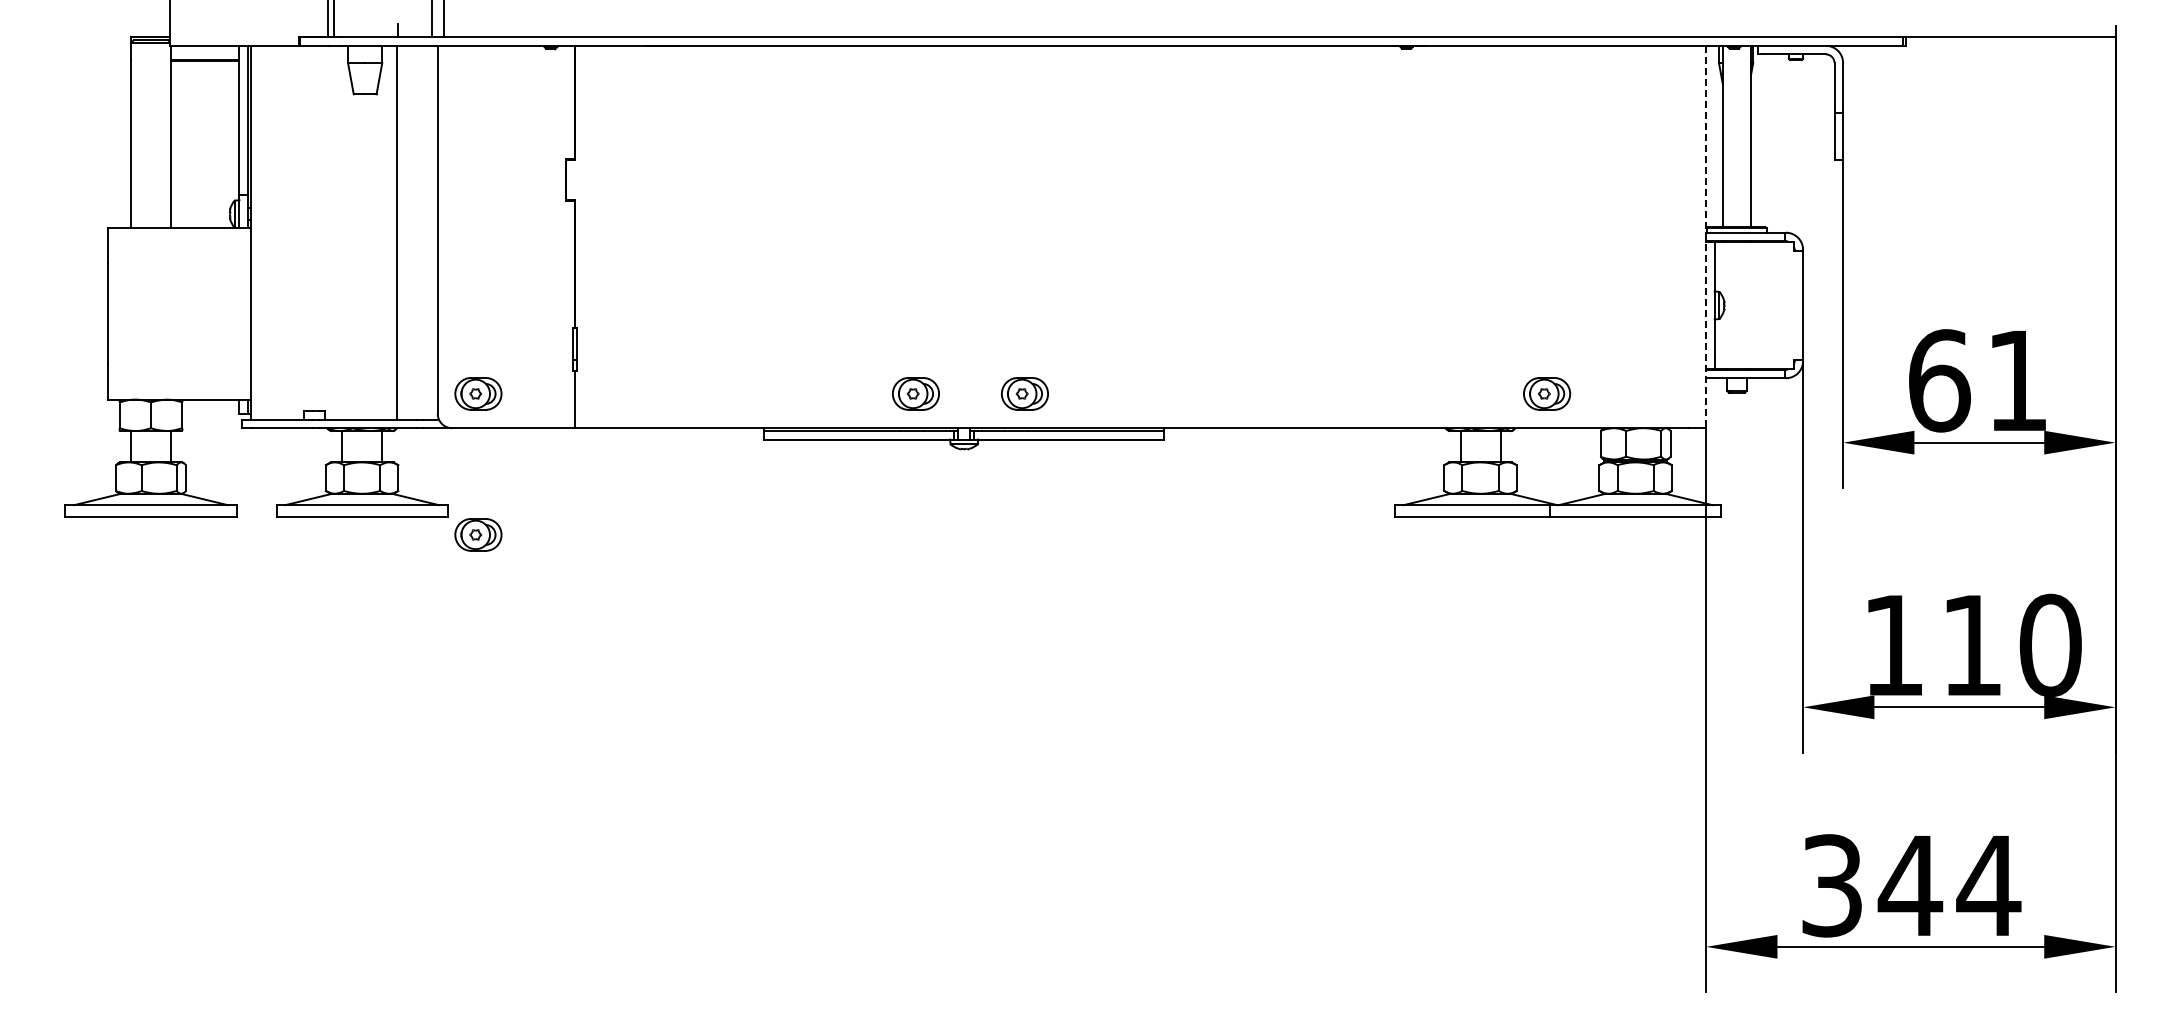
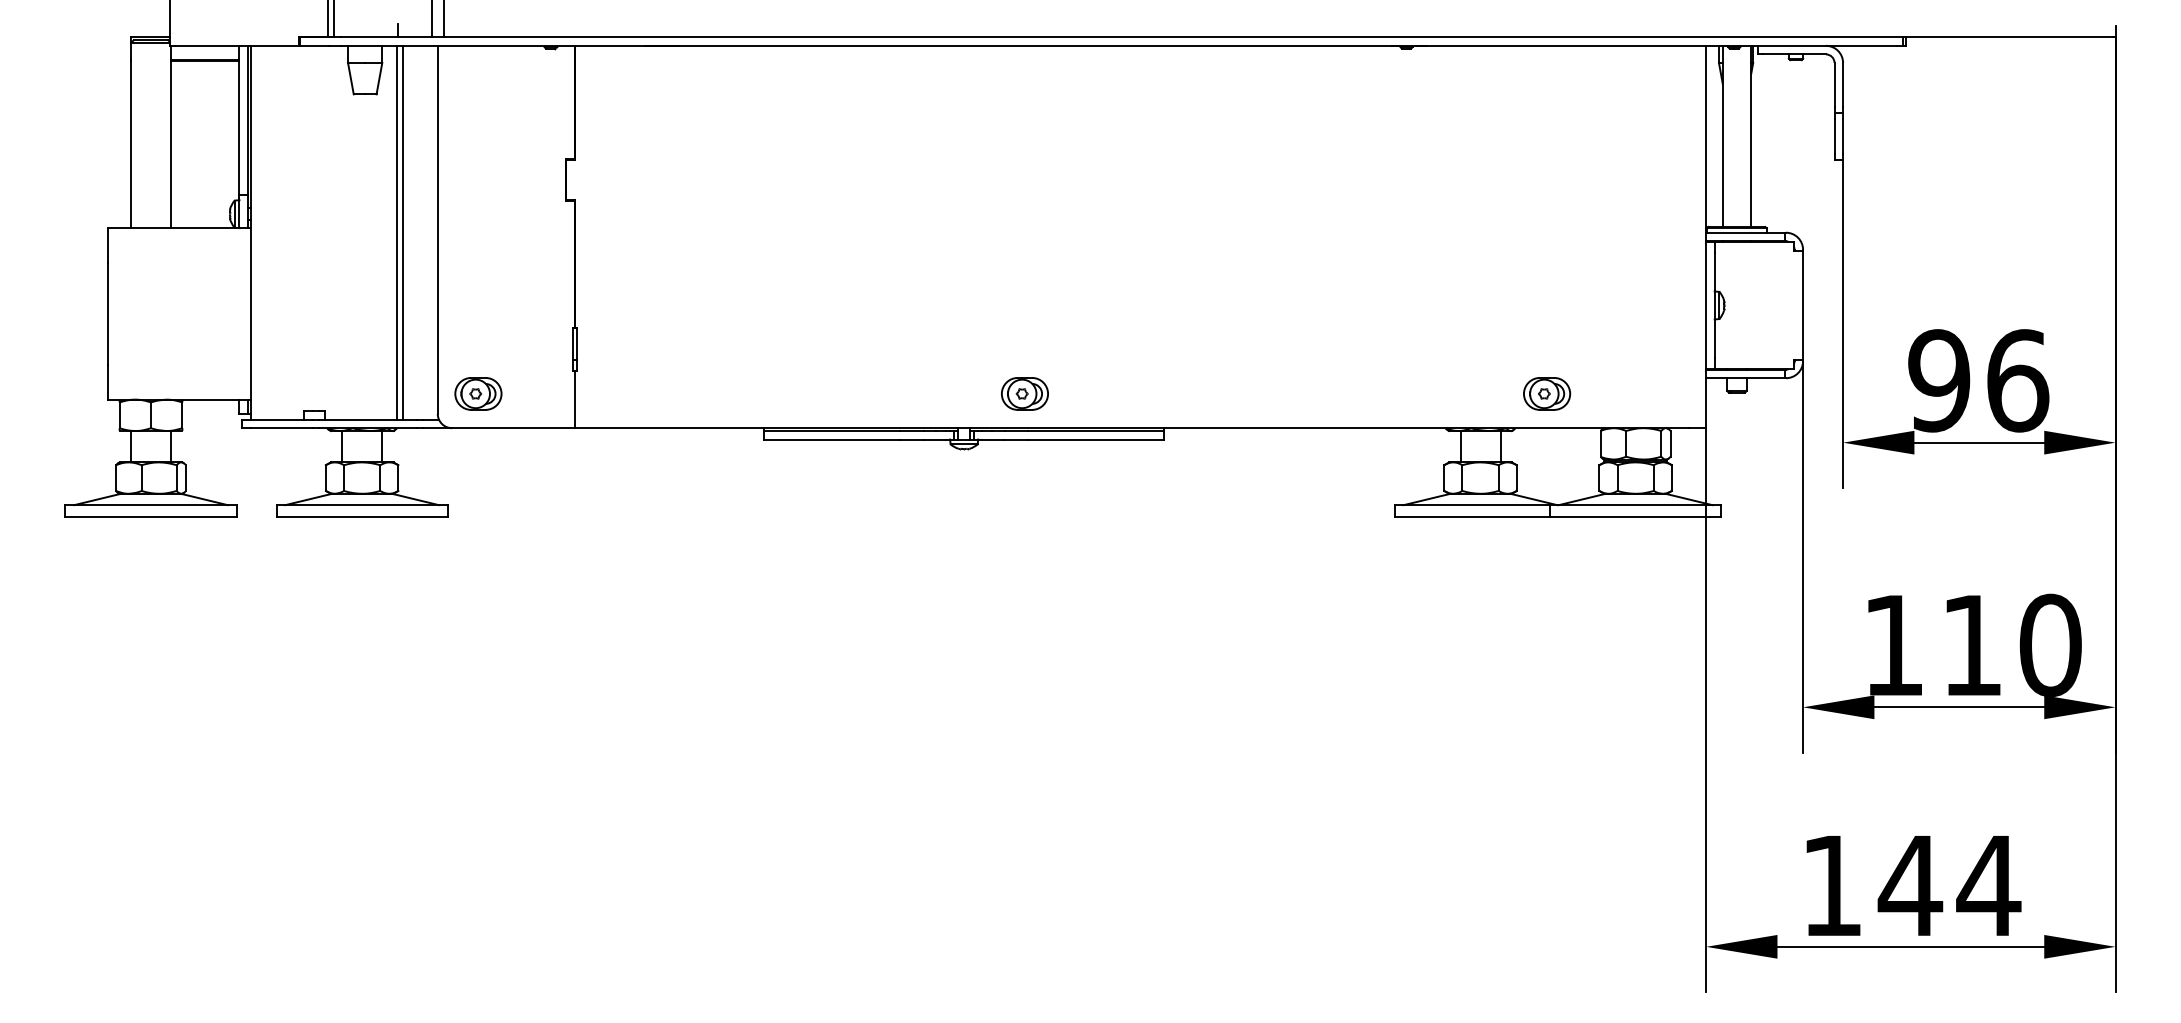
line at (403, 232): none -> present
line at (1706, 237): dashed -> solid
text at (1978, 380): 61 -> 96
part at (915, 393): present -> none
part at (478, 534): present -> none
text at (1831, 885): 344 -> 144
